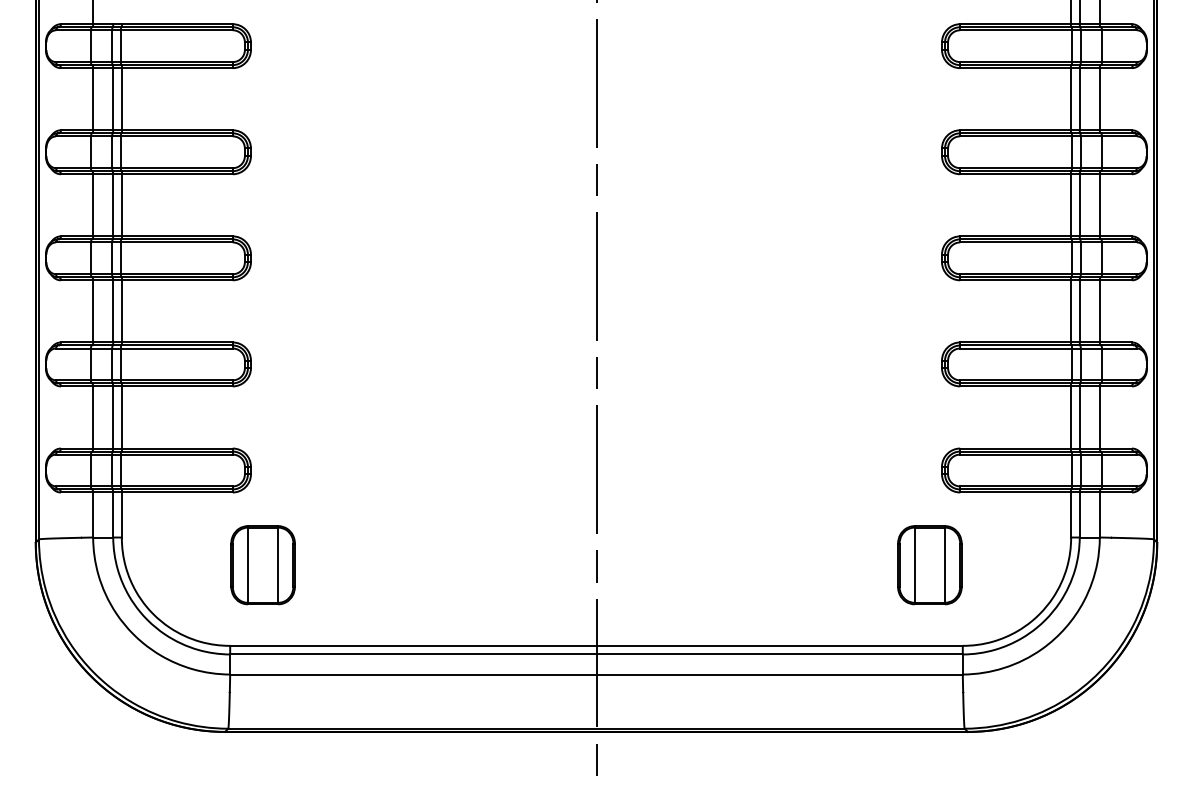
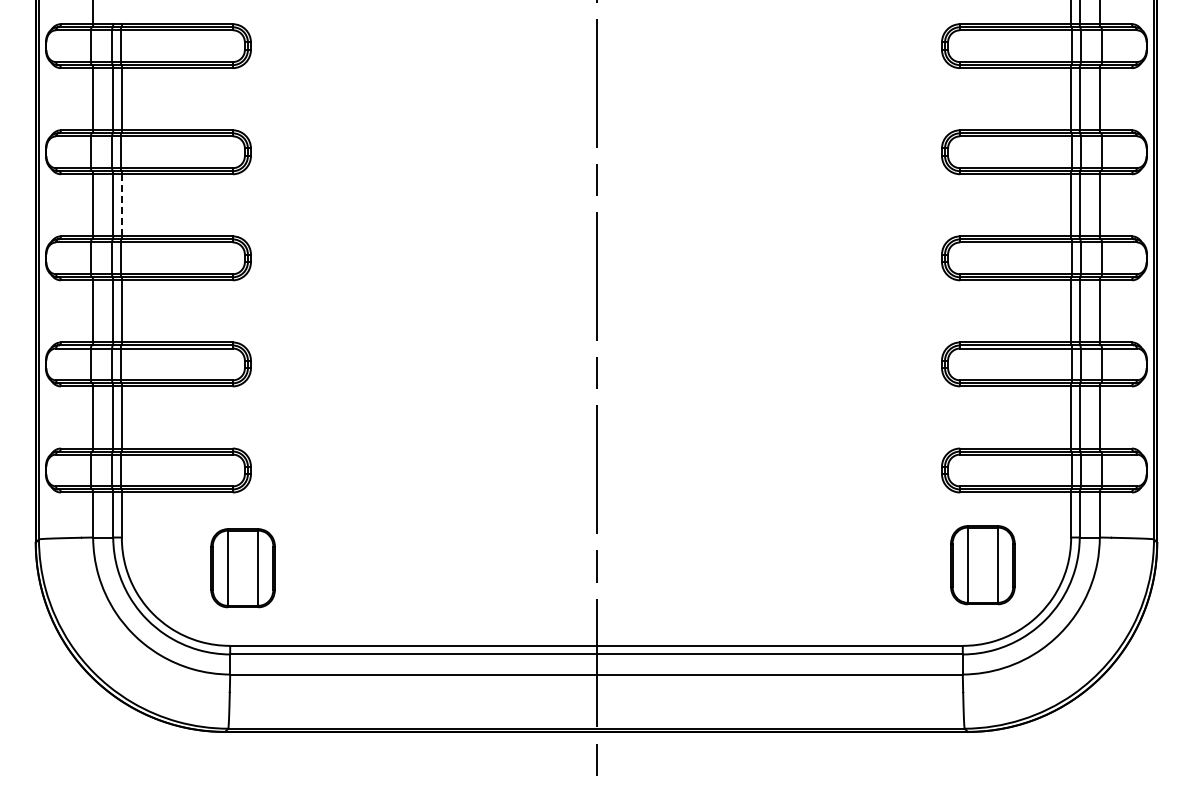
line at (121, 204): solid -> dashed
part at (262, 565) position: (262, 565) -> (242, 568)
part at (929, 565) position: (929, 565) -> (982, 565)
